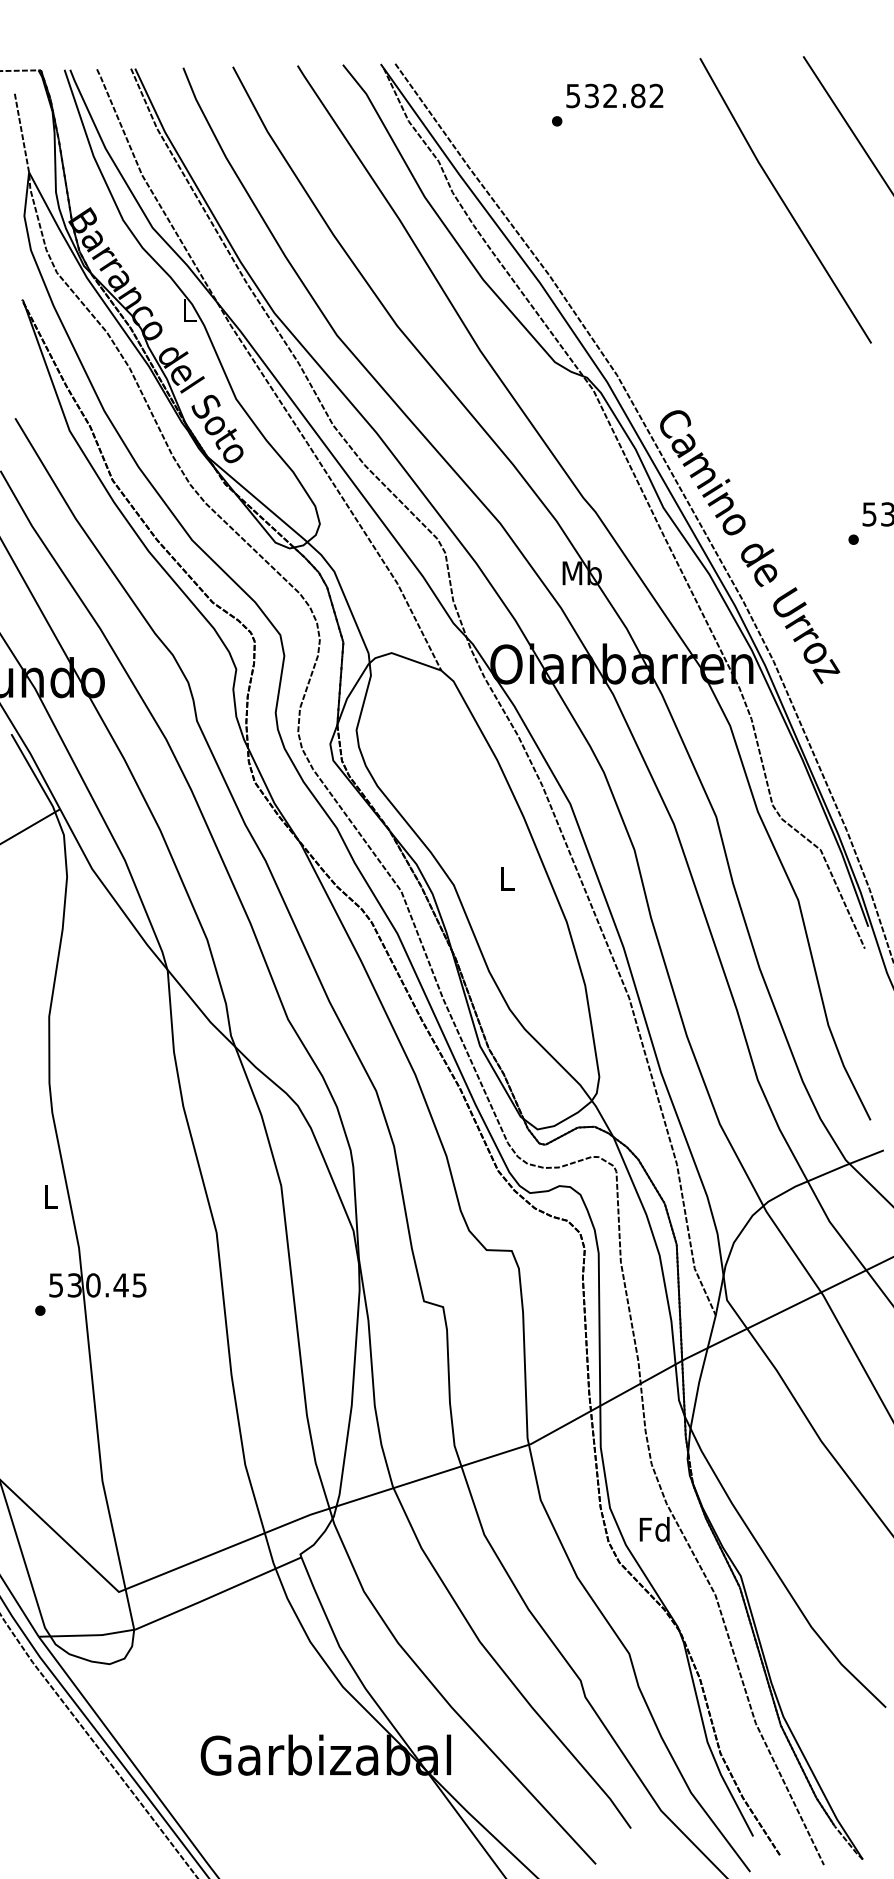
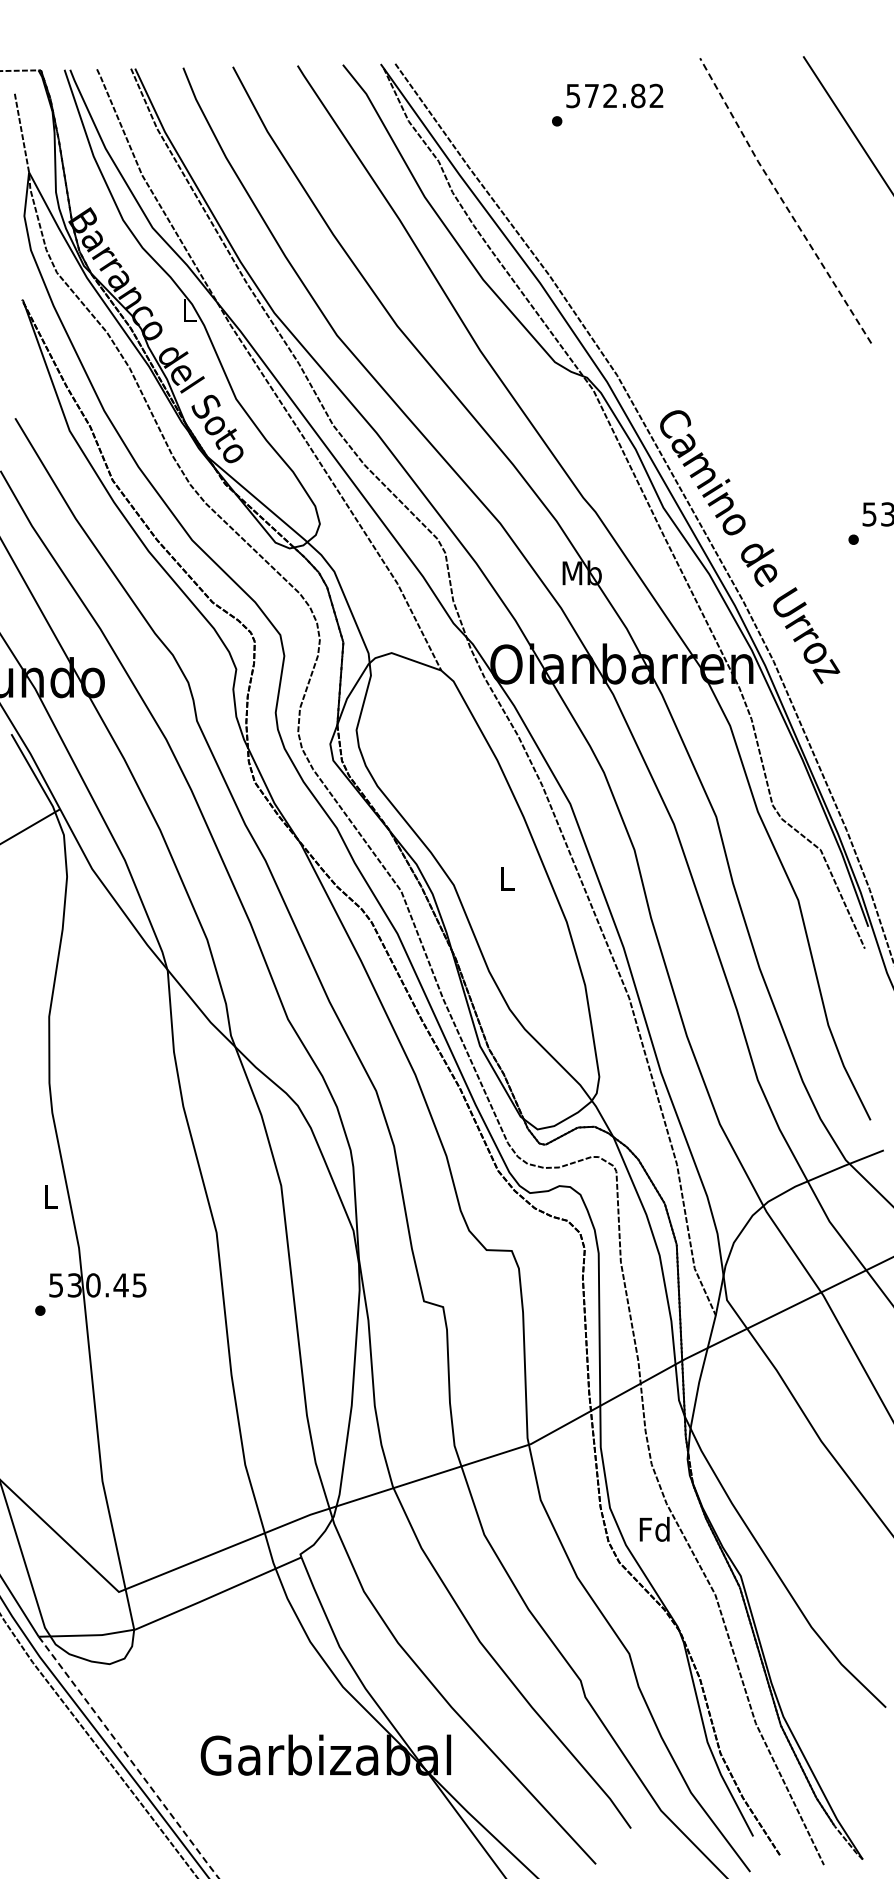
text at (591, 95): 532.82 -> 572.82
line at (783, 201): solid -> dashed
line at (129, 1758): solid -> dashed
